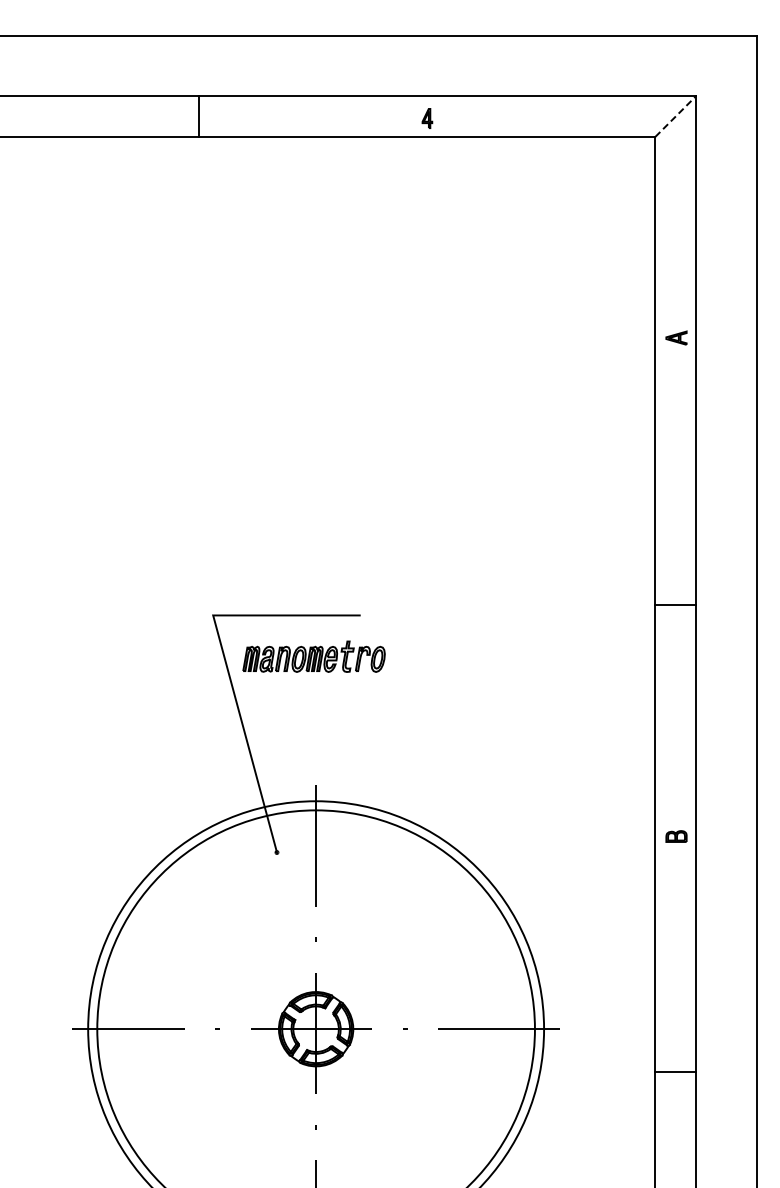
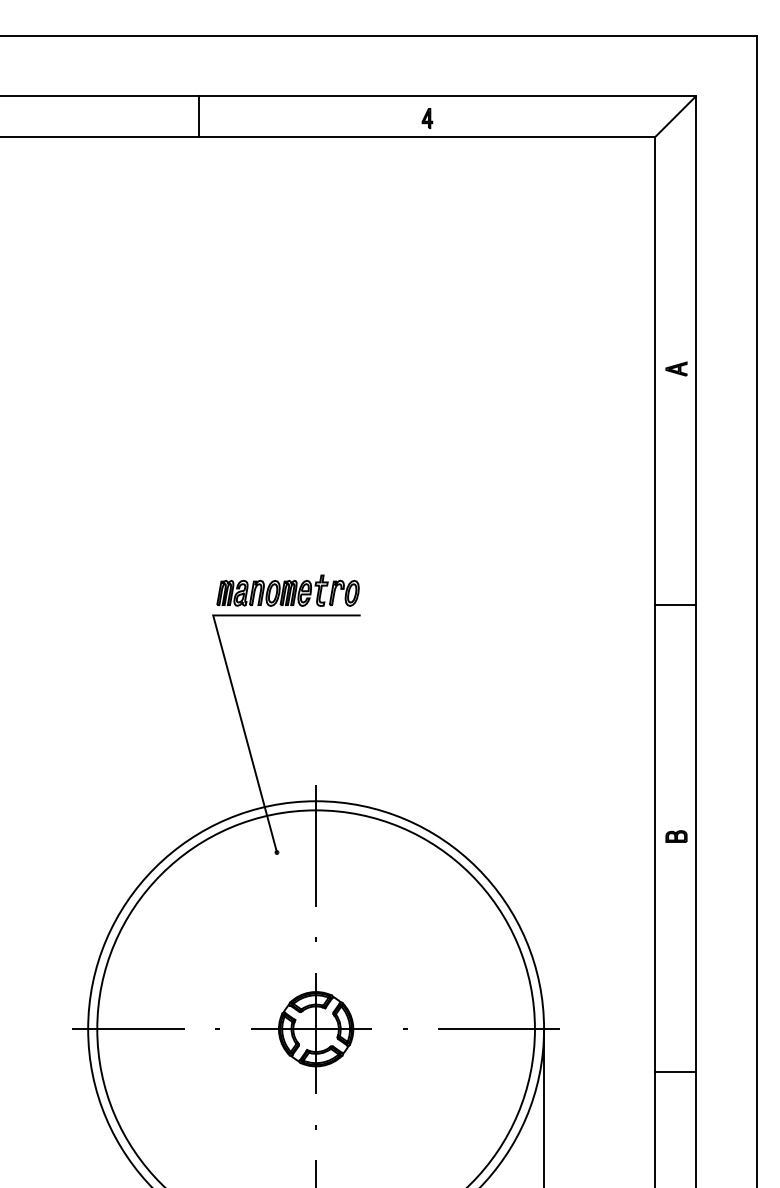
line at (675, 116): dashed -> solid
part at (676, 337) position: (676, 337) -> (676, 368)
part at (313, 656) position: (313, 656) -> (287, 590)
line at (544, 1106): none -> present
